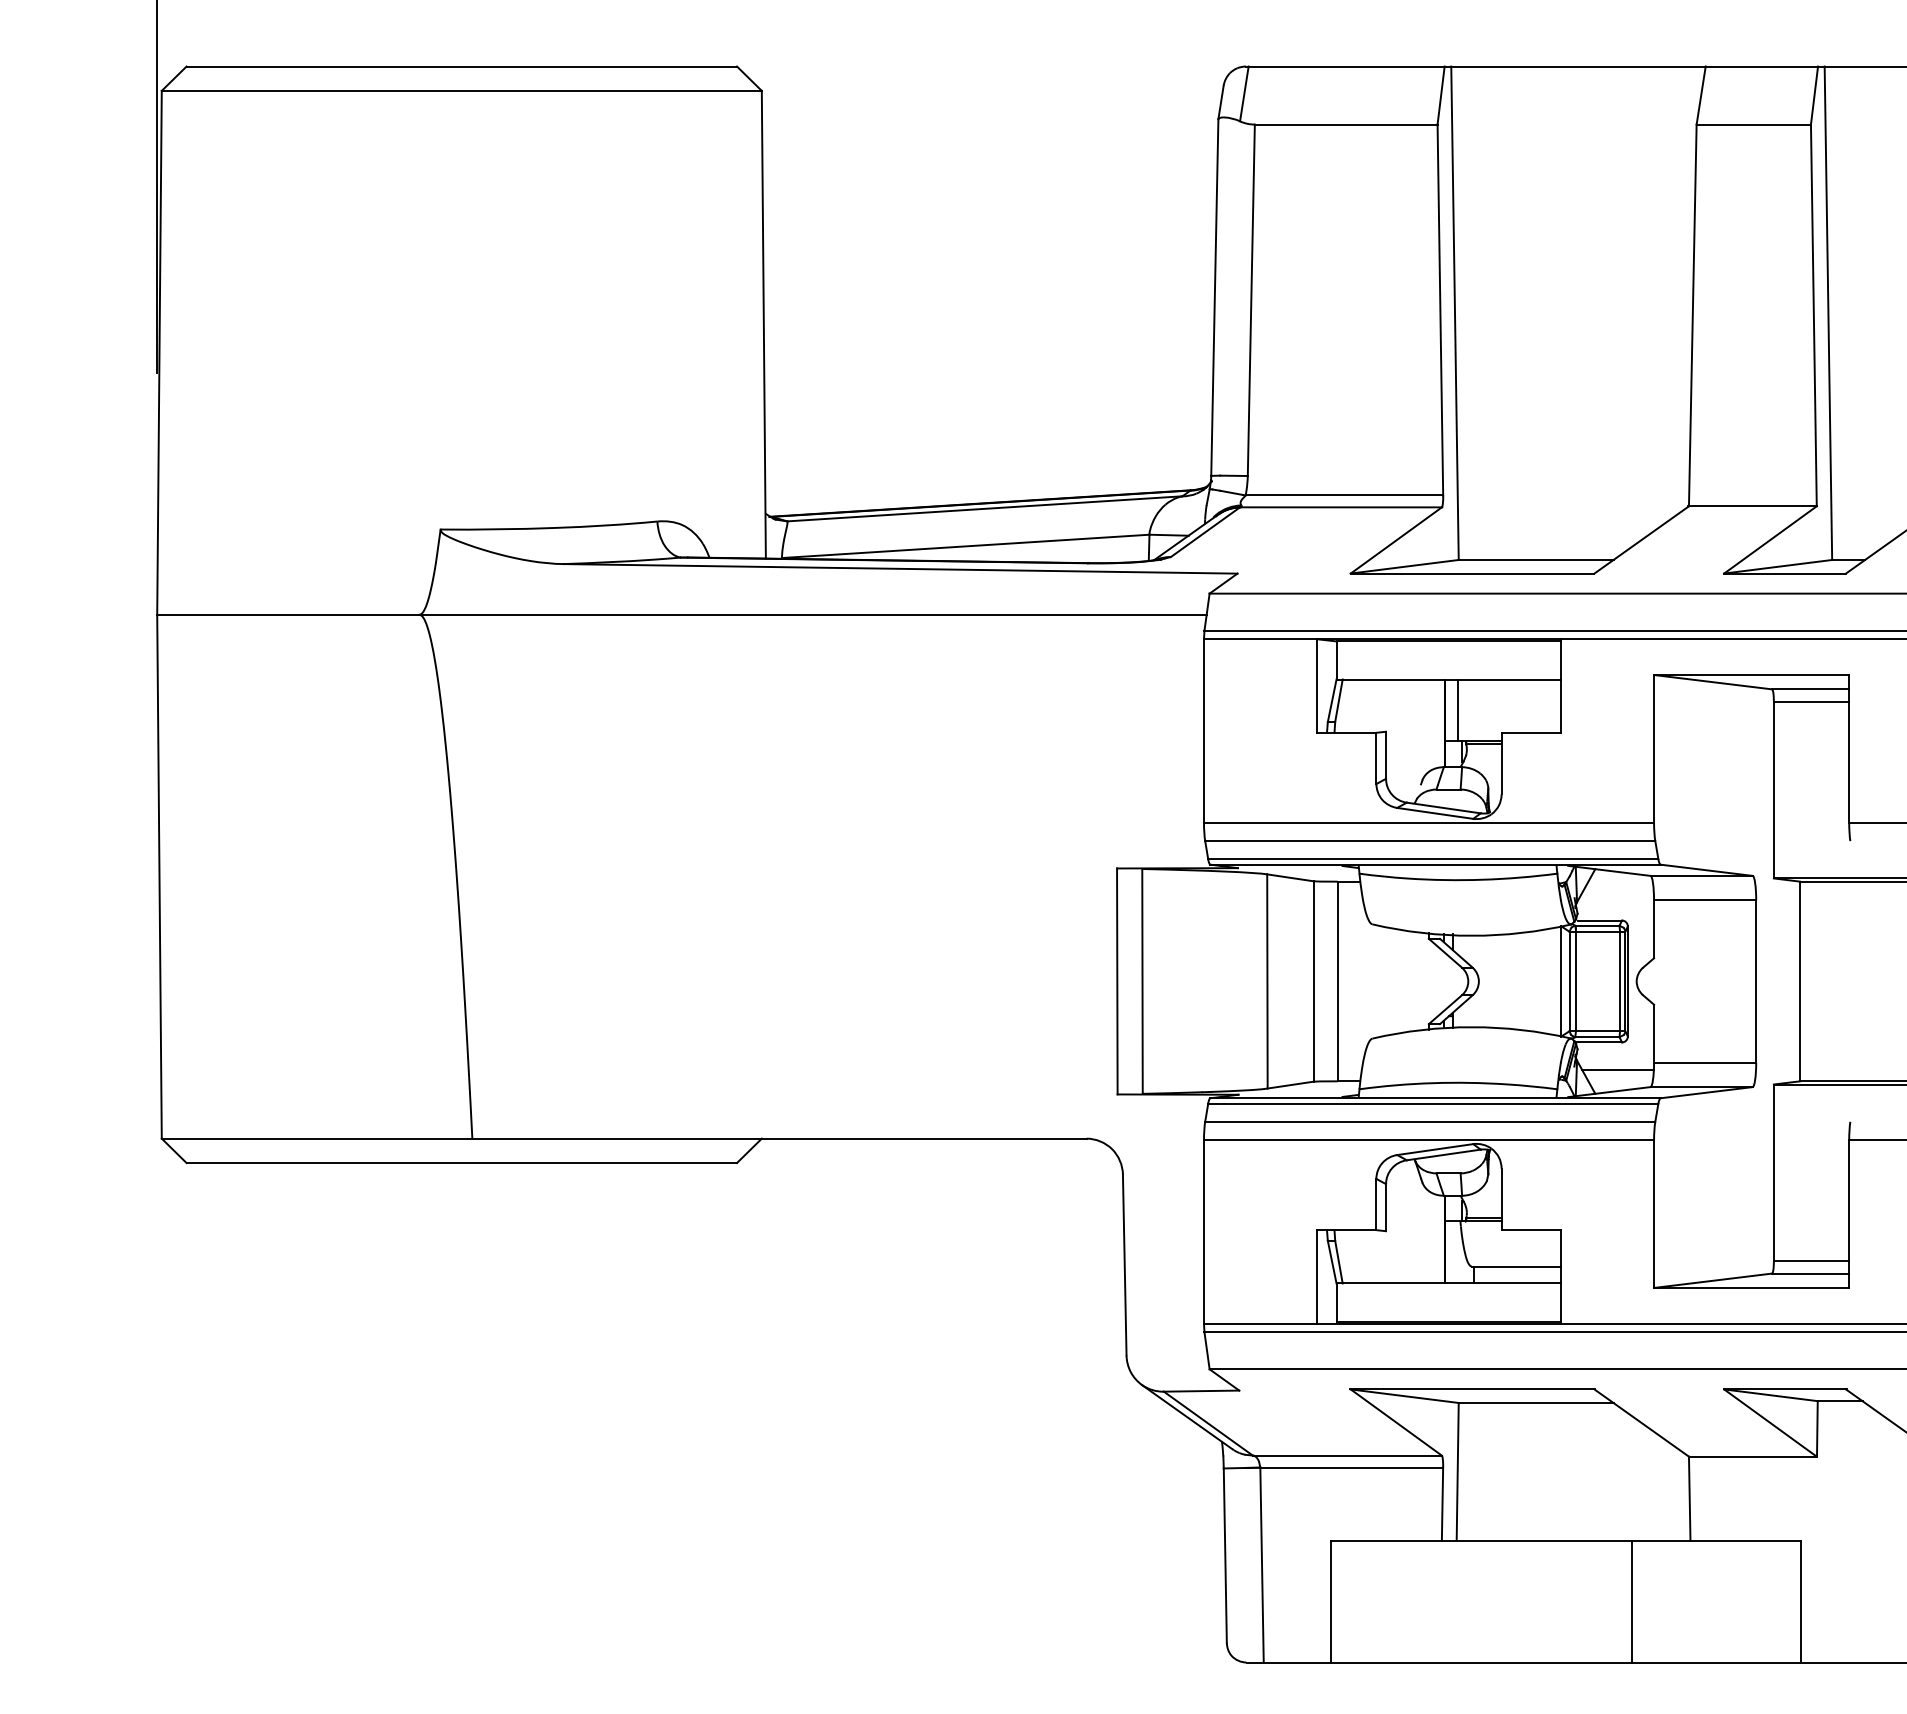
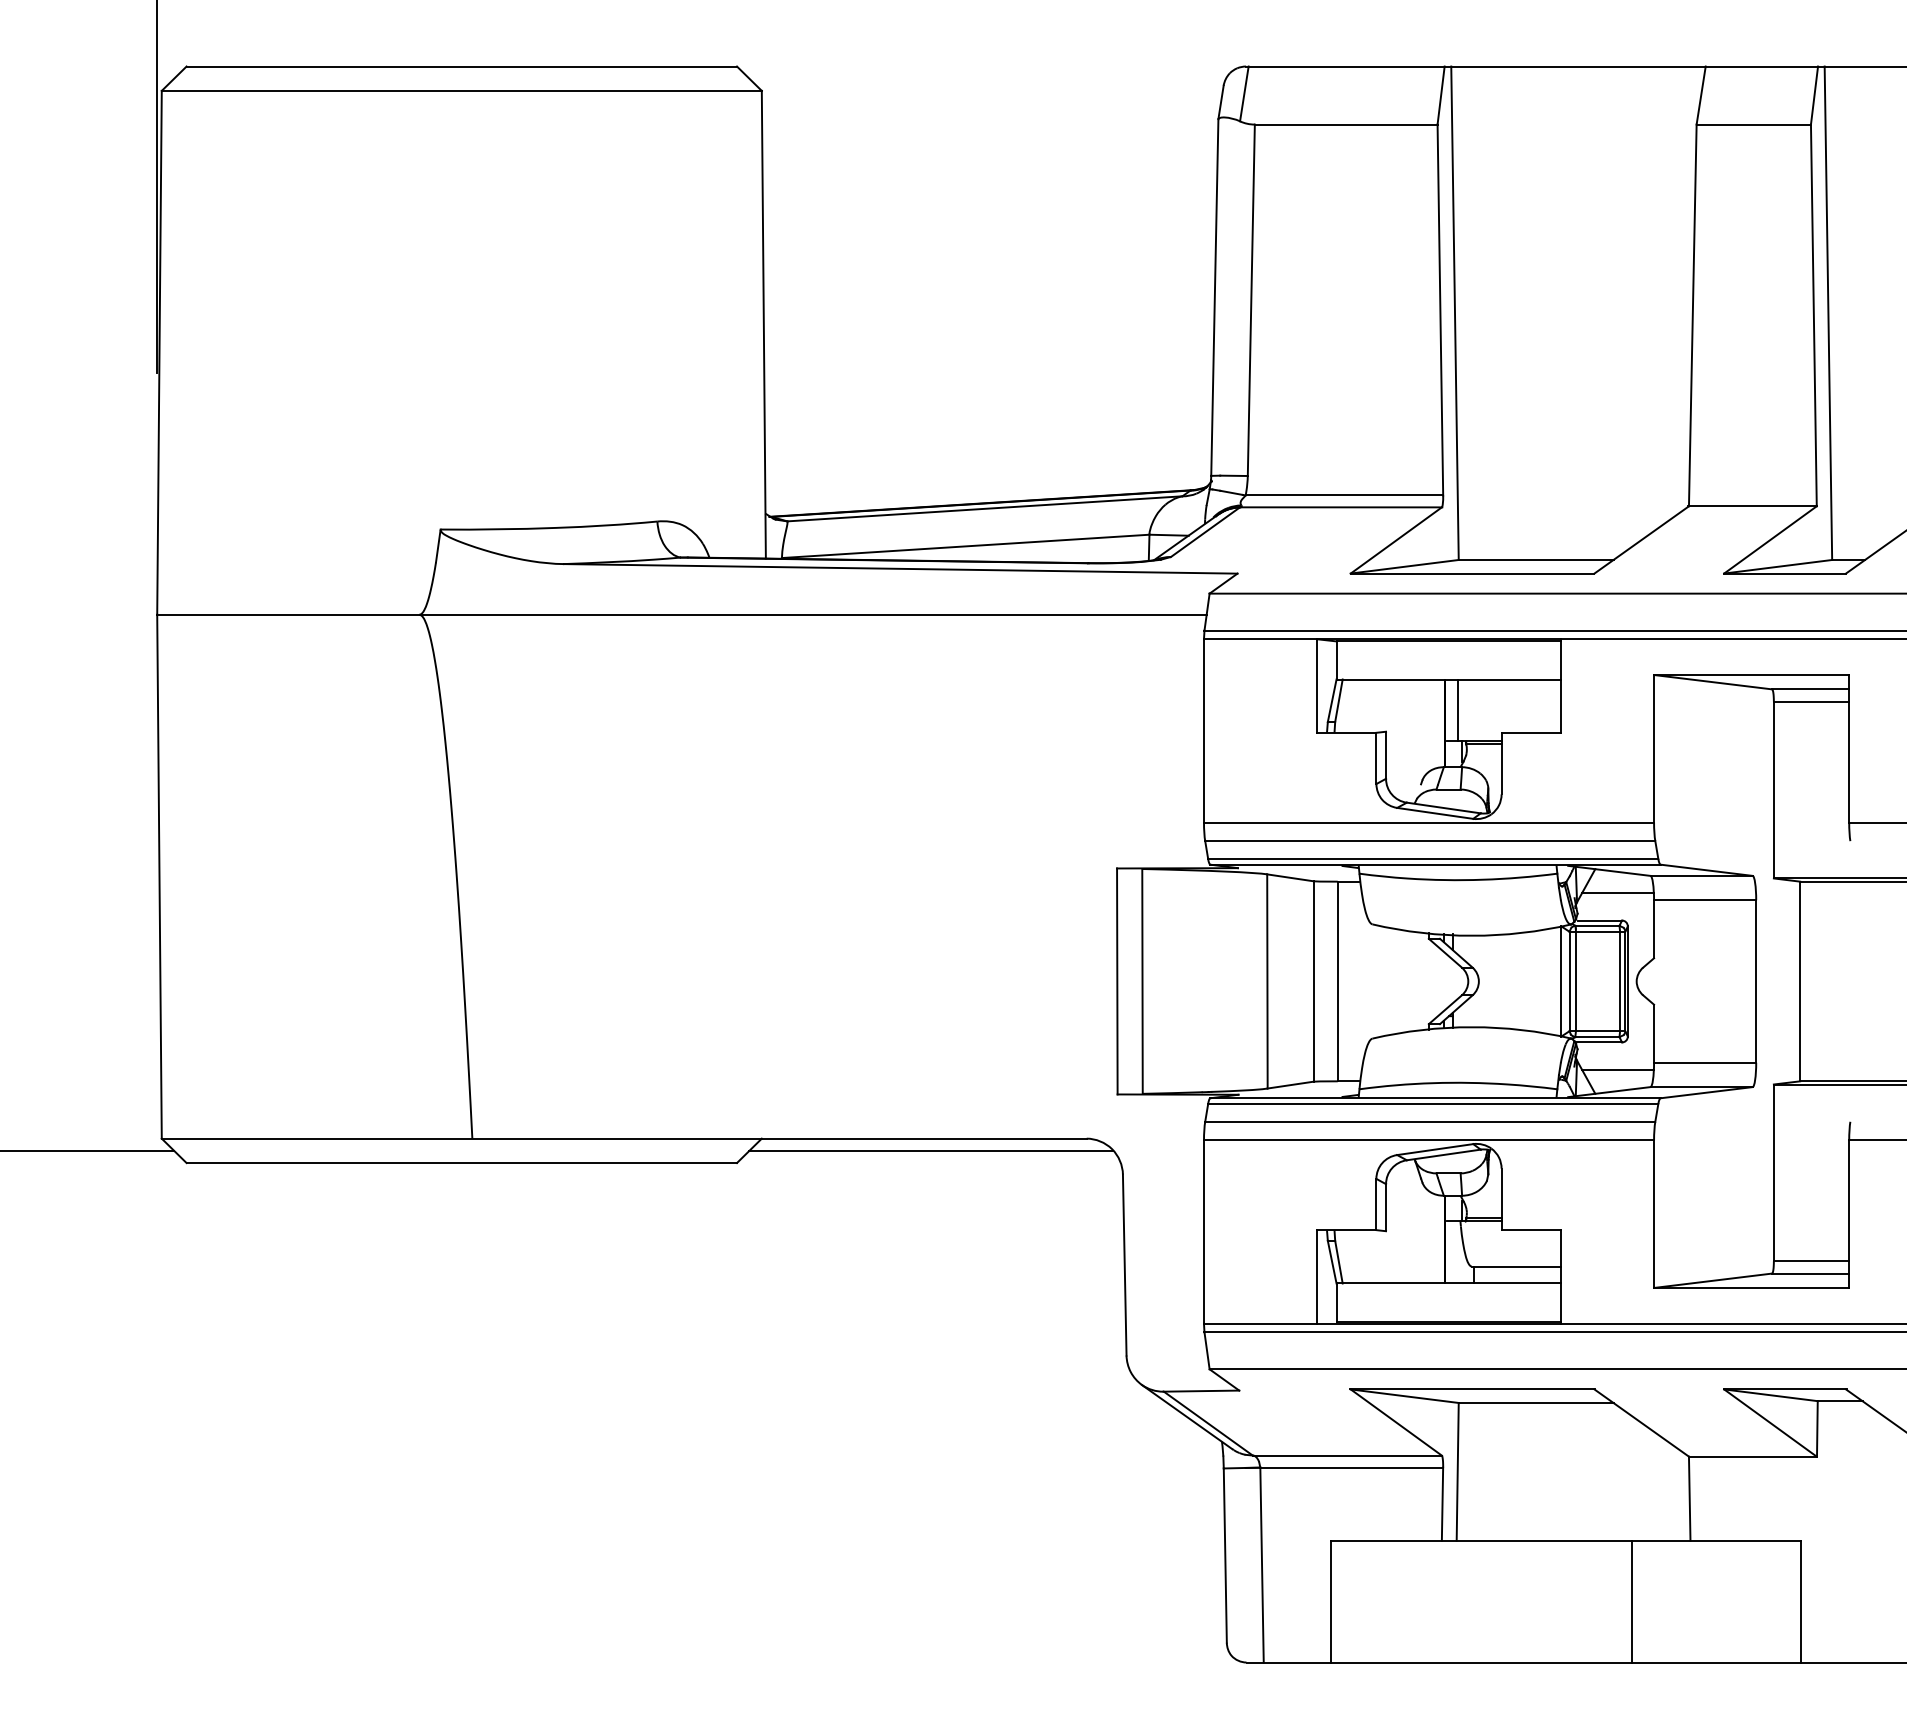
line at (1618, 892): none -> present
line at (88, 1150): none -> present
line at (931, 1150): none -> present
